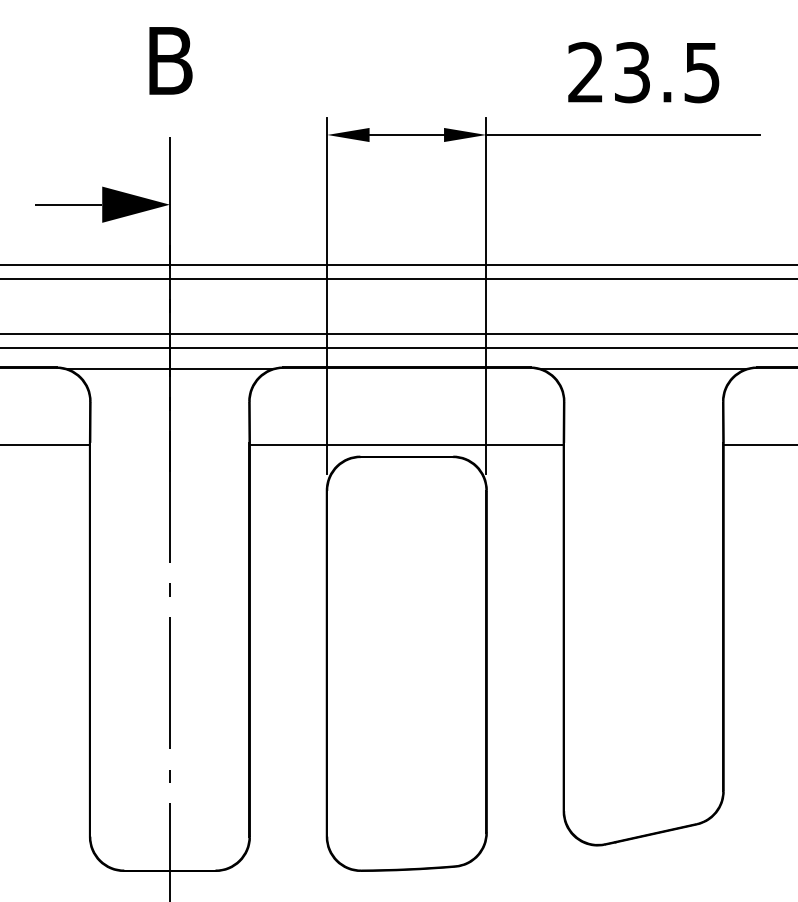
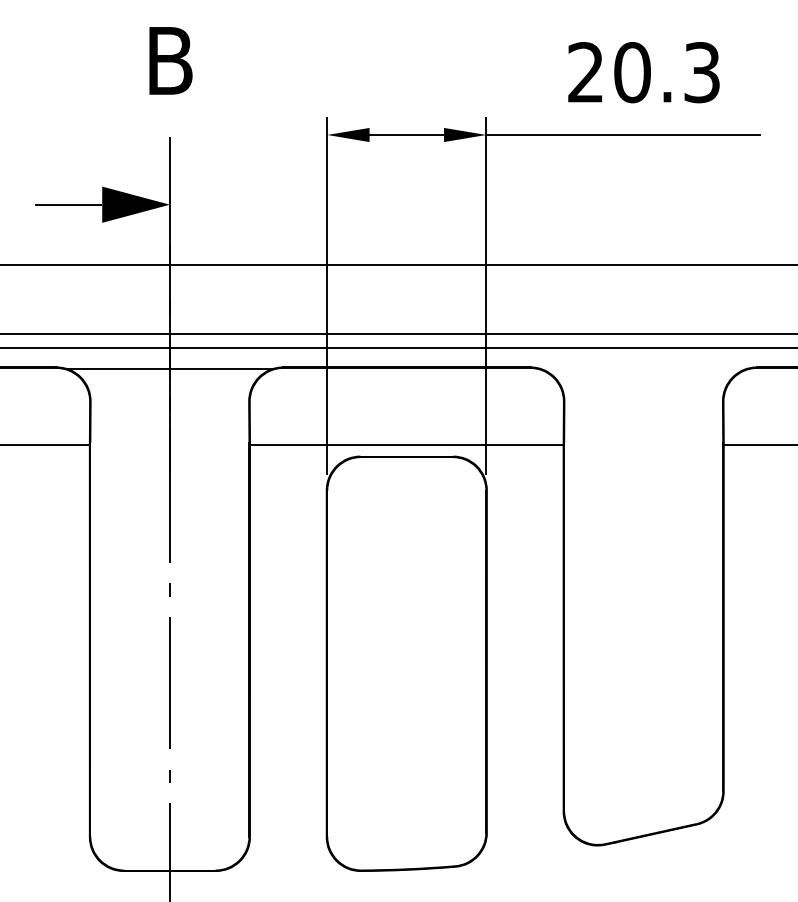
text at (666, 72): 23.5 -> 20.3
line at (398, 279): present -> none
line at (643, 369): present -> none
